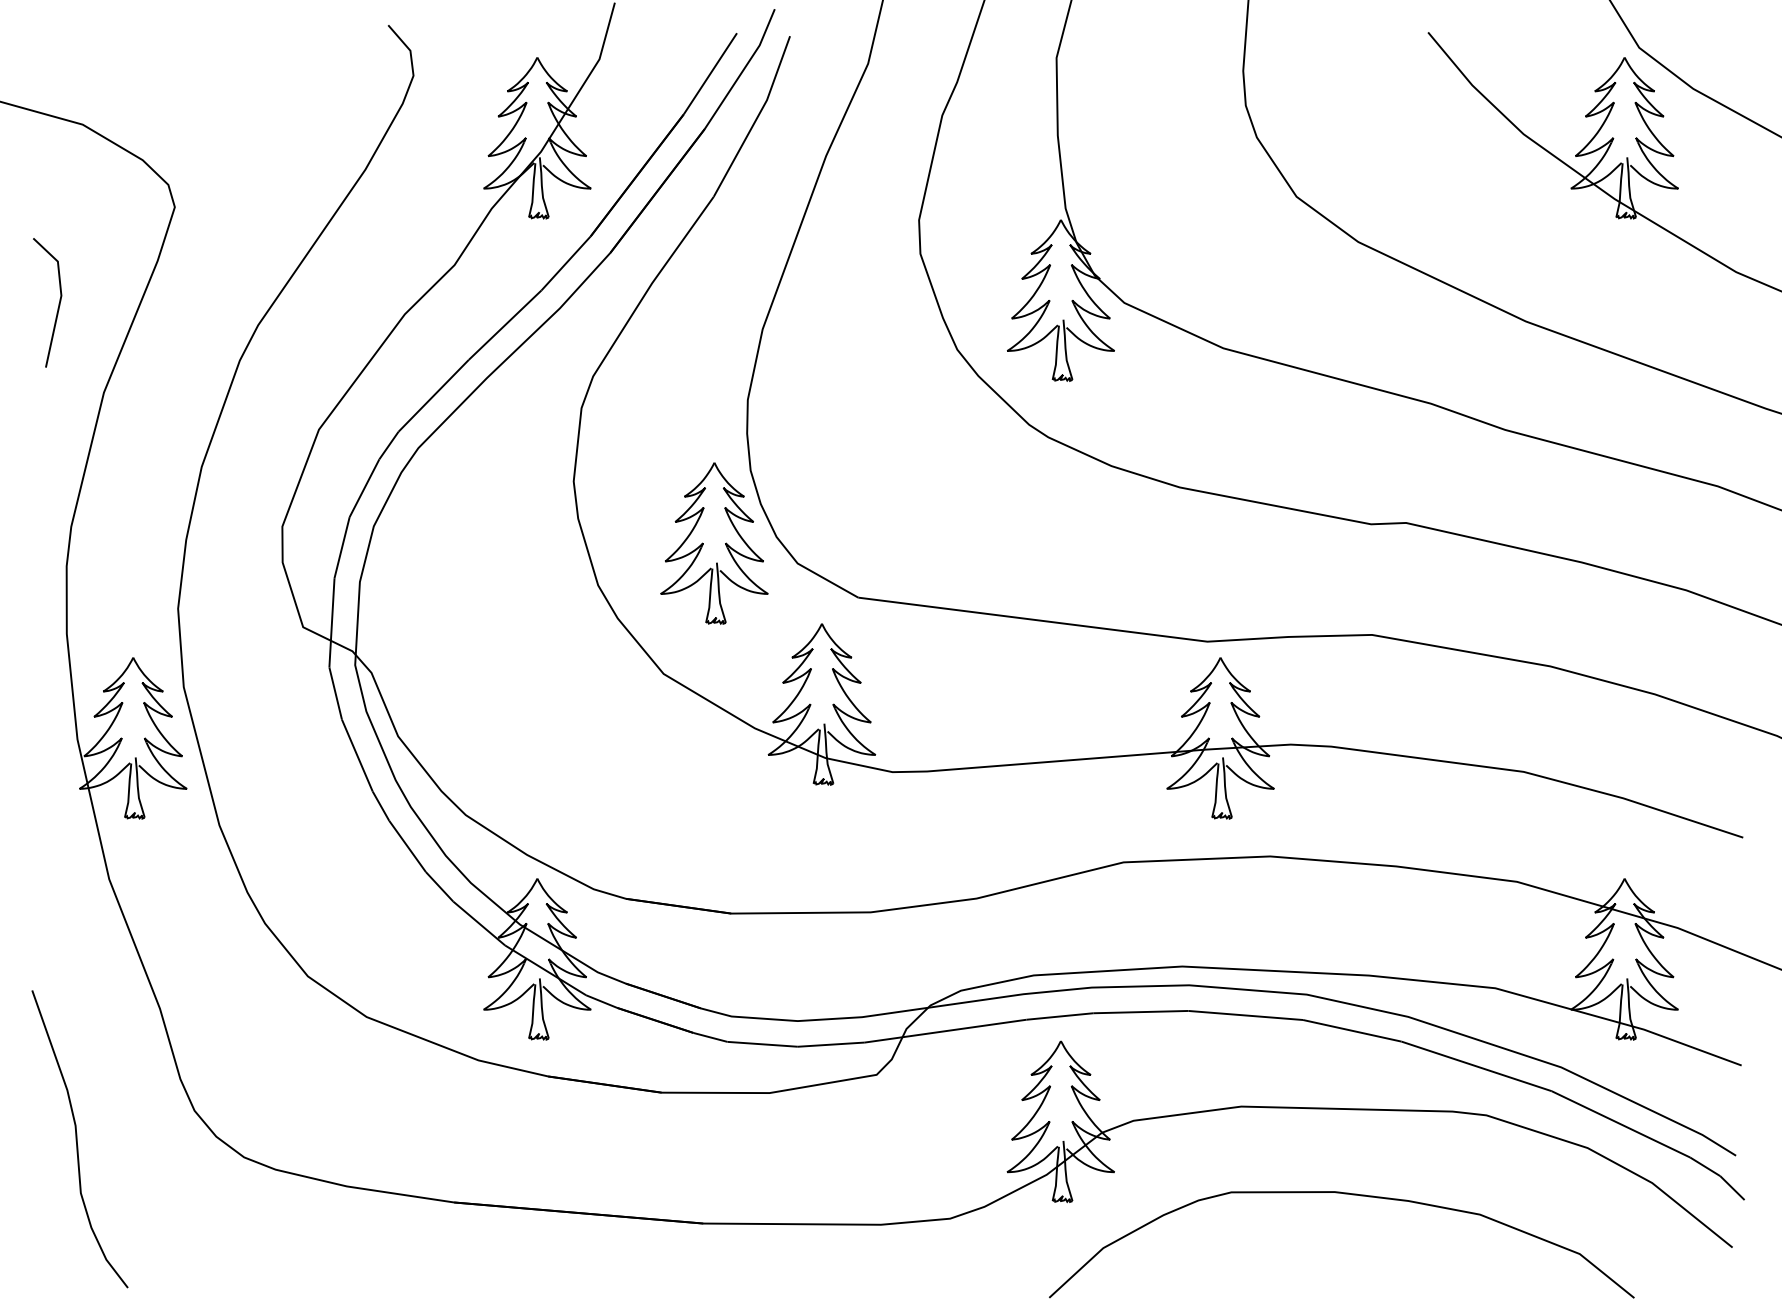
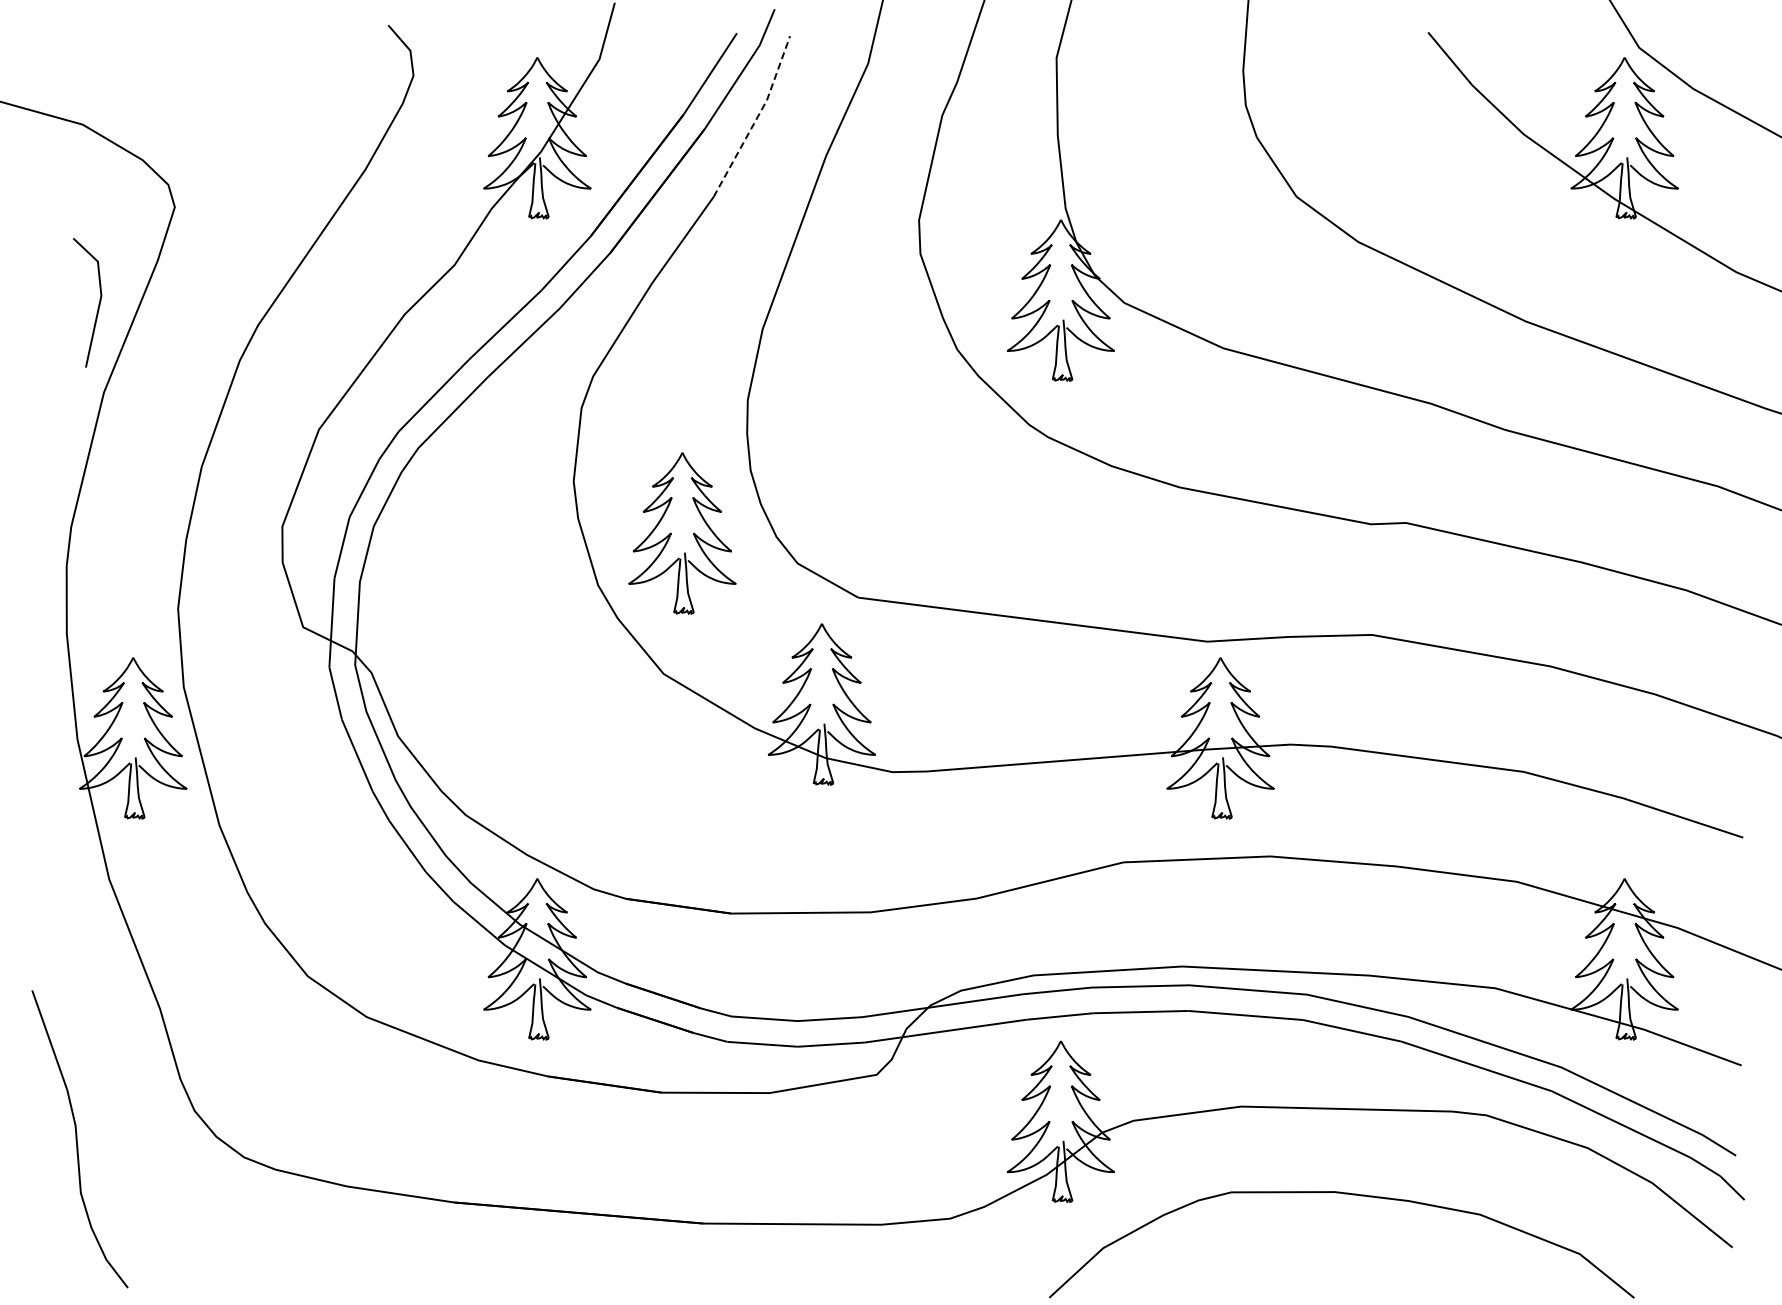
line at (757, 117): solid -> dashed
line at (58, 303) position: (58, 303) -> (98, 303)
part at (714, 543) position: (714, 543) -> (682, 533)
